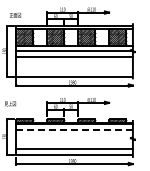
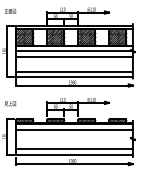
text at (14, 14) position: (14, 14) -> (9, 10)
line at (74, 72): none -> present
line at (75, 129): dashed -> solid
